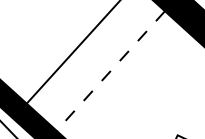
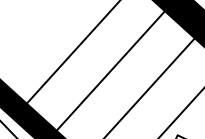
line at (110, 70): dashed -> solid
line at (150, 86): none -> present
line at (180, 112): none -> present
